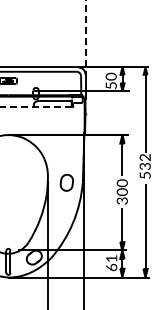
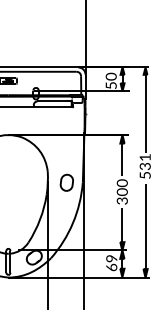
line at (85, 39): dashed -> solid
line at (36, 107): dashed -> solid
text at (144, 157): 532 -> 531
text at (111, 258): 61 -> 69
